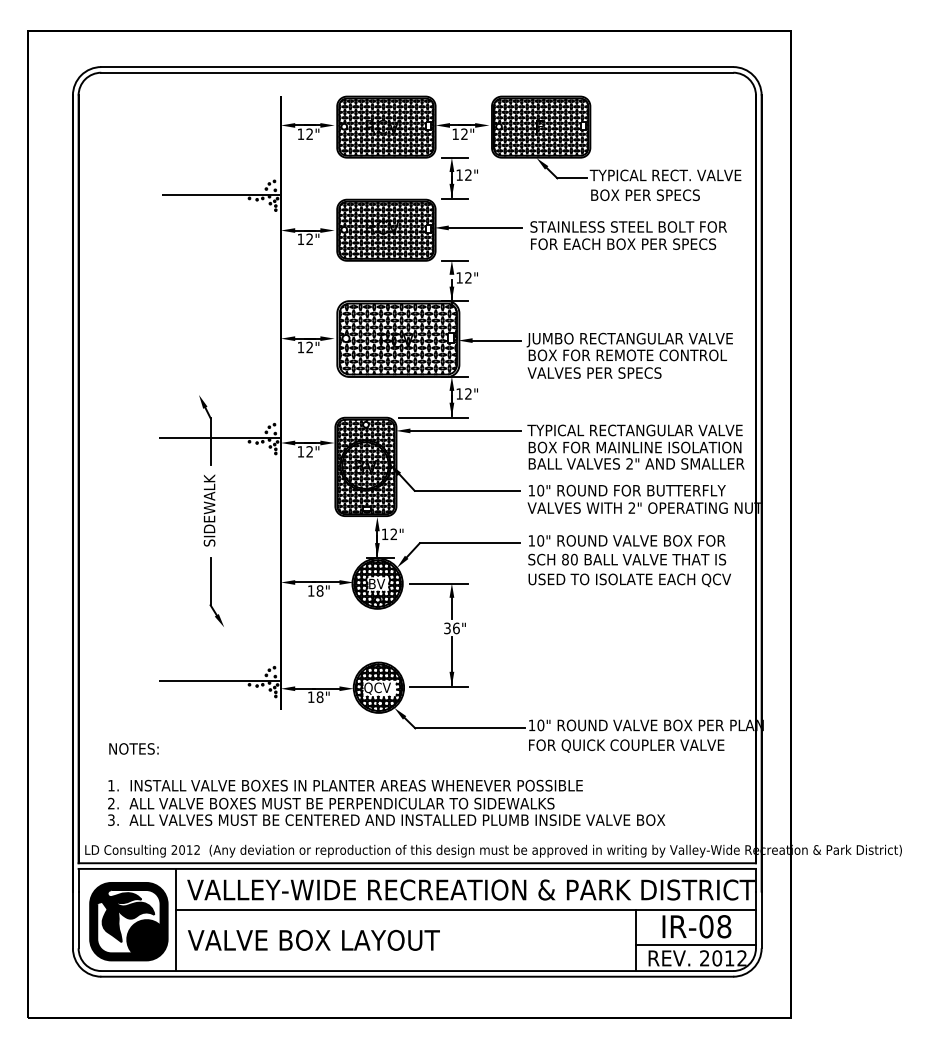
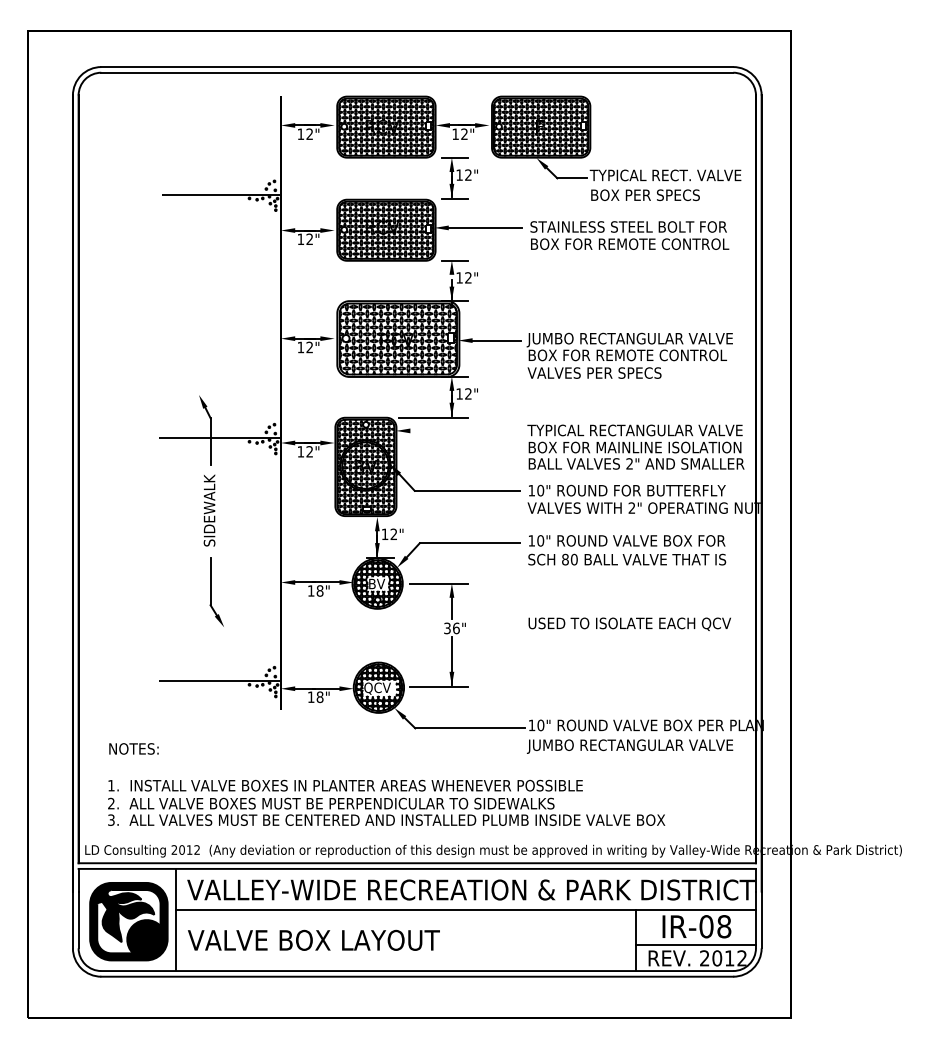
text at (630, 243): FOR EACH BOX PER SPECS -> BOX FOR REMOTE CONTROL
line at (465, 430): present -> none
text at (629, 579) position: (629, 579) -> (629, 623)
text at (629, 746): FOR QUICK COUPLER VALVE -> JUMBO RECTANGULAR VALVE
